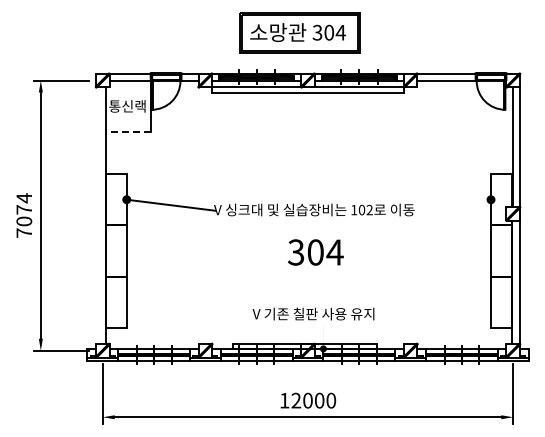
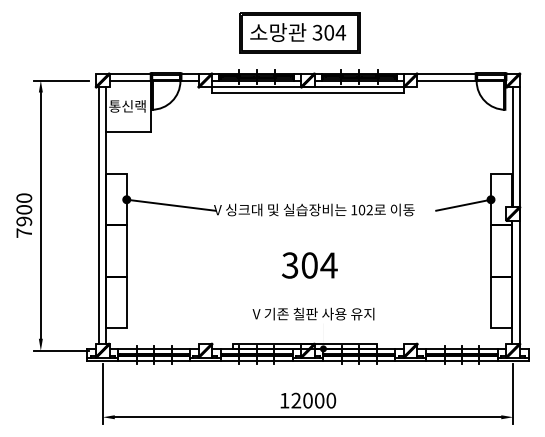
line at (127, 131): dashed -> solid
line at (463, 204): none -> present
text at (24, 209): 7074 -> 7900
line at (99, 215): none -> present
text at (315, 252) position: (315, 252) -> (309, 265)
